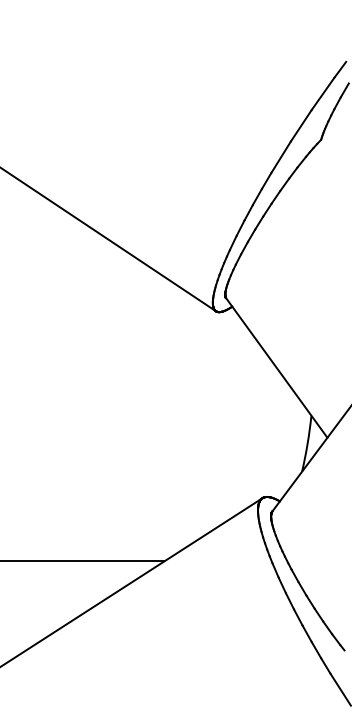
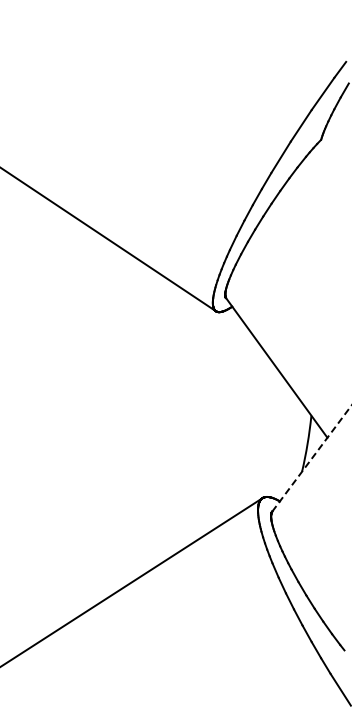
line at (312, 458): solid -> dashed
line at (83, 561): present -> none
